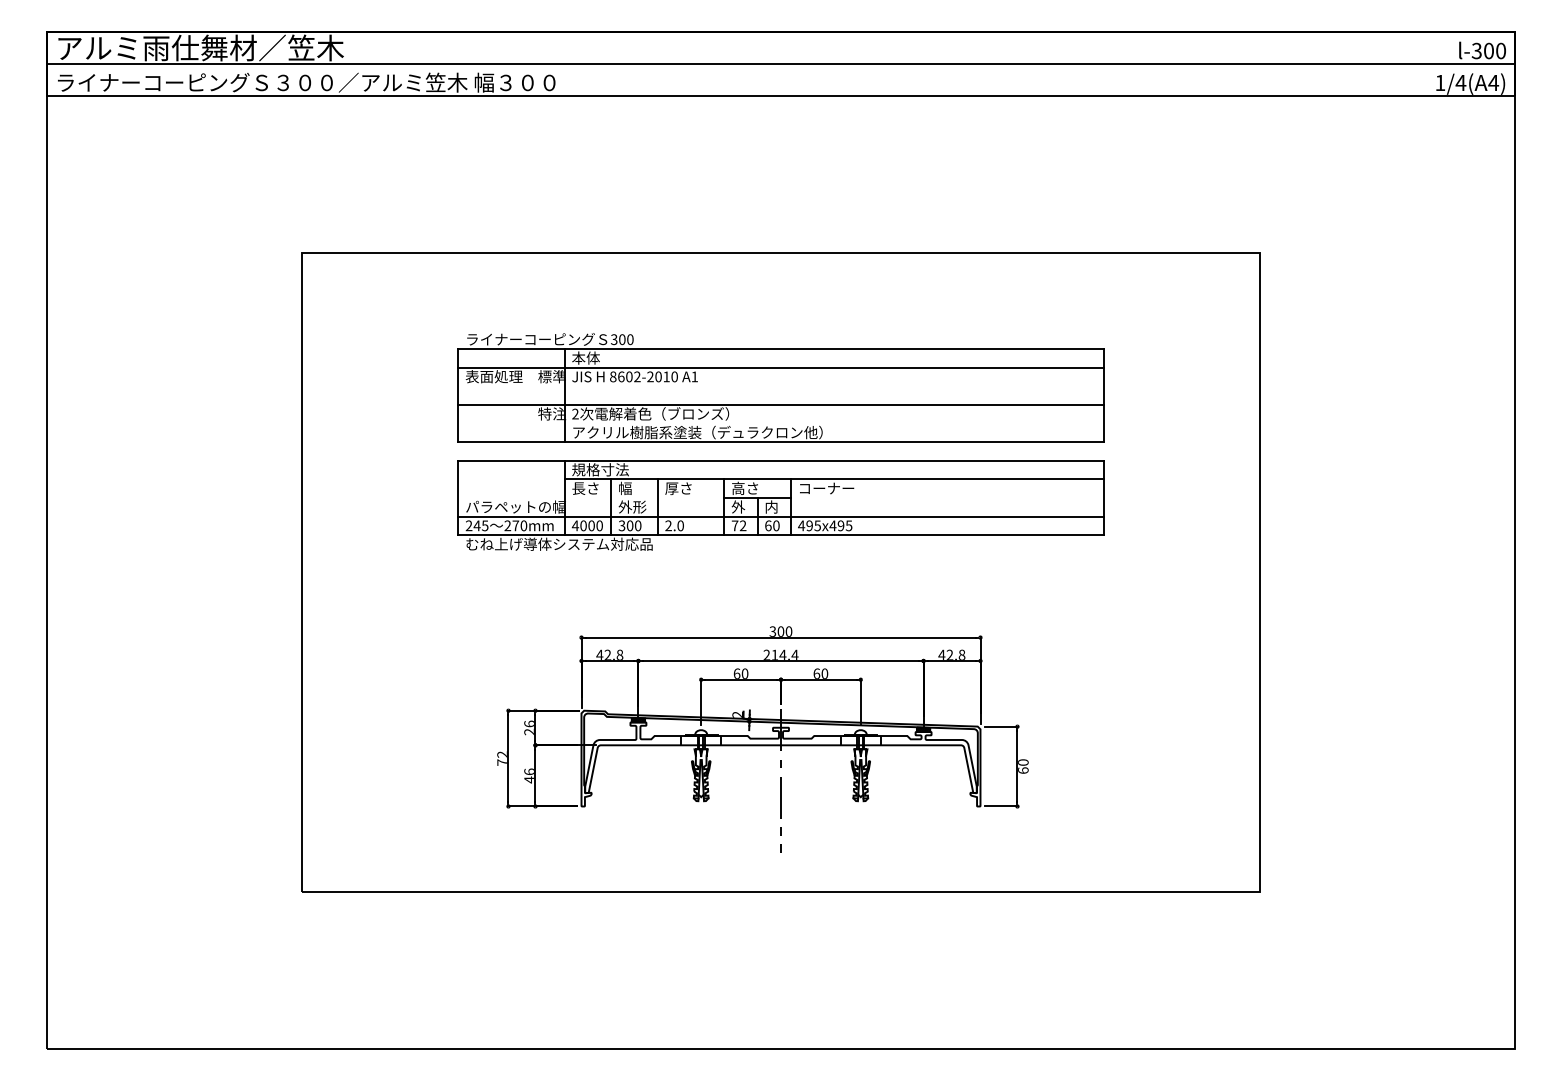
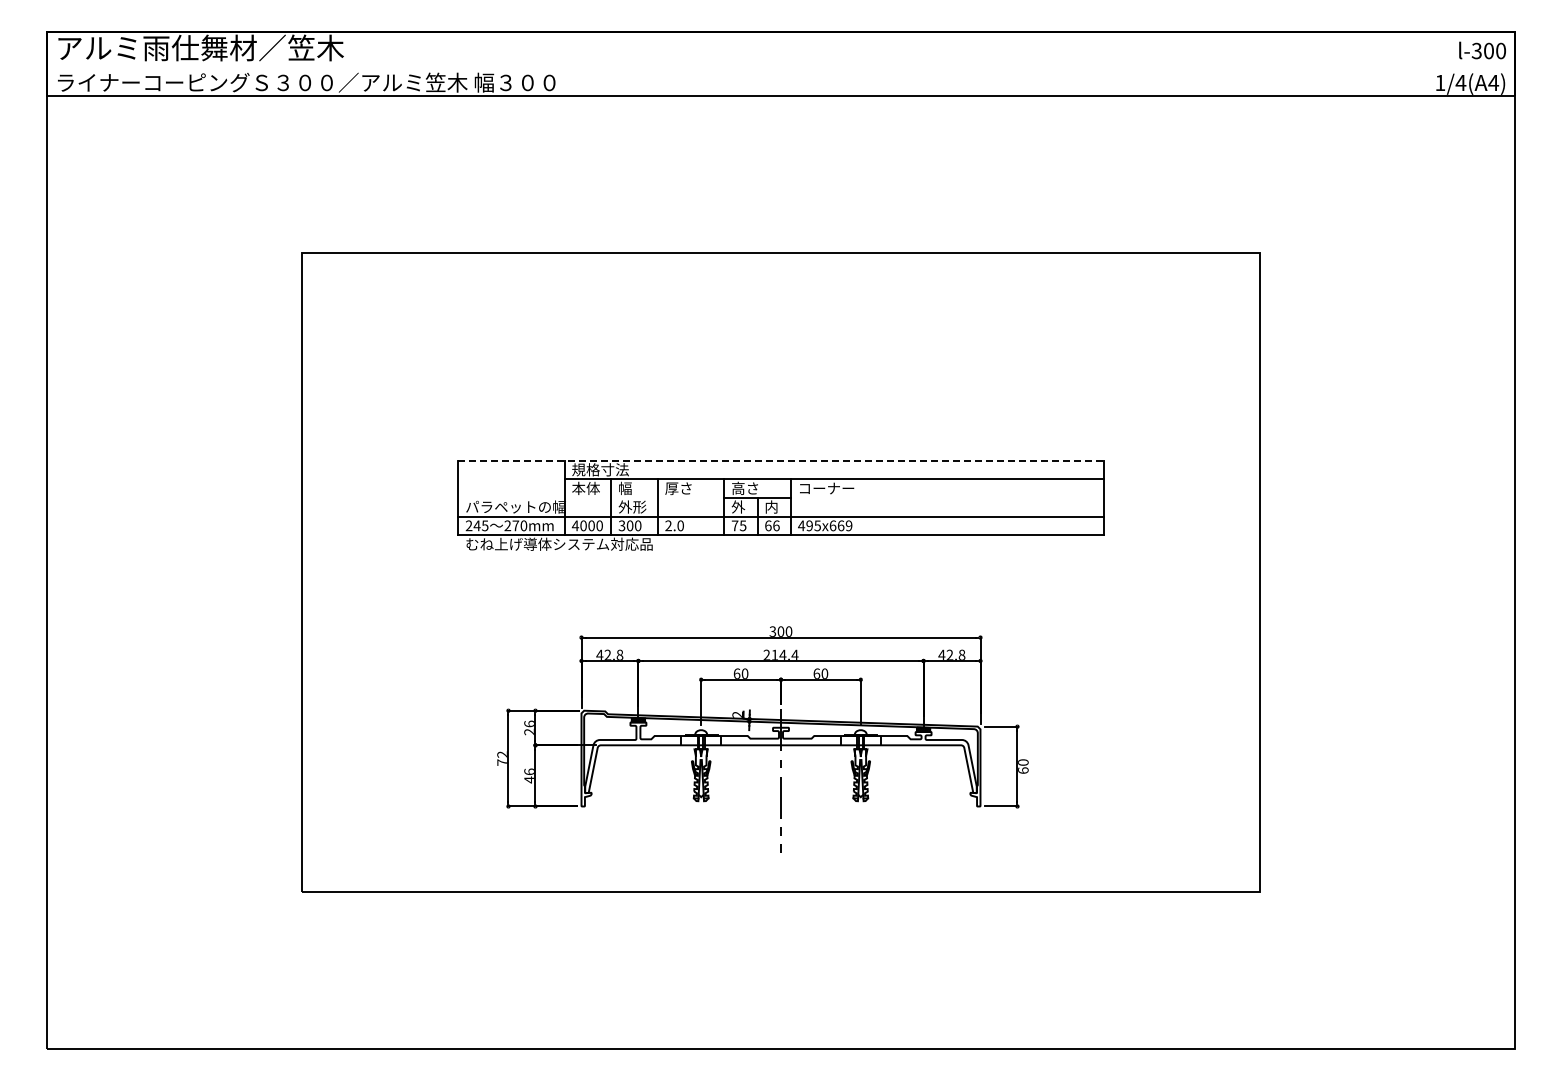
line at (780, 64): present -> none
part at (780, 387): present -> none
line at (781, 460): solid -> dashed
text at (585, 487): 長さ -> 本体
text at (742, 525): 72 -> 75
text at (776, 525): 60 -> 66
text at (840, 525): 495x495 -> 495x669
